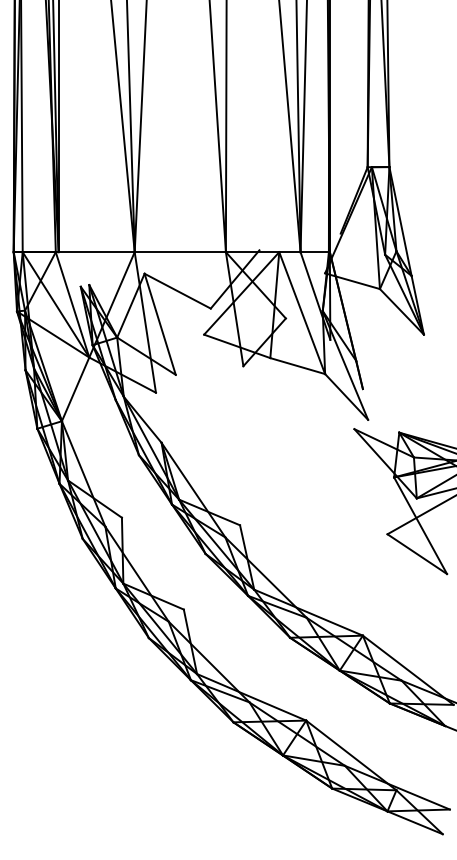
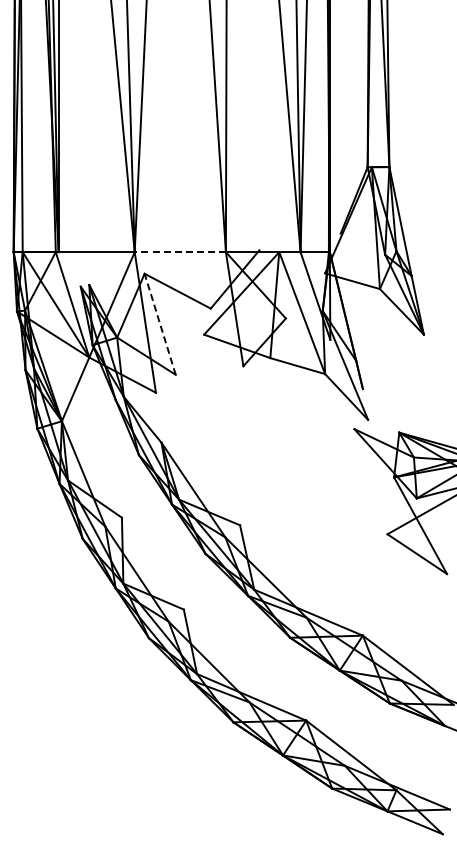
line at (180, 252): solid -> dashed
line at (160, 324): solid -> dashed
